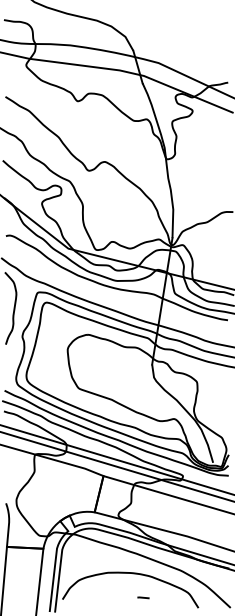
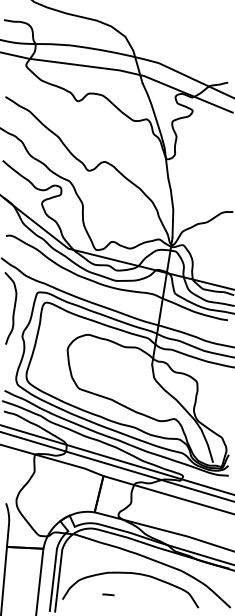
line at (143, 597) position: (143, 597) -> (108, 594)
